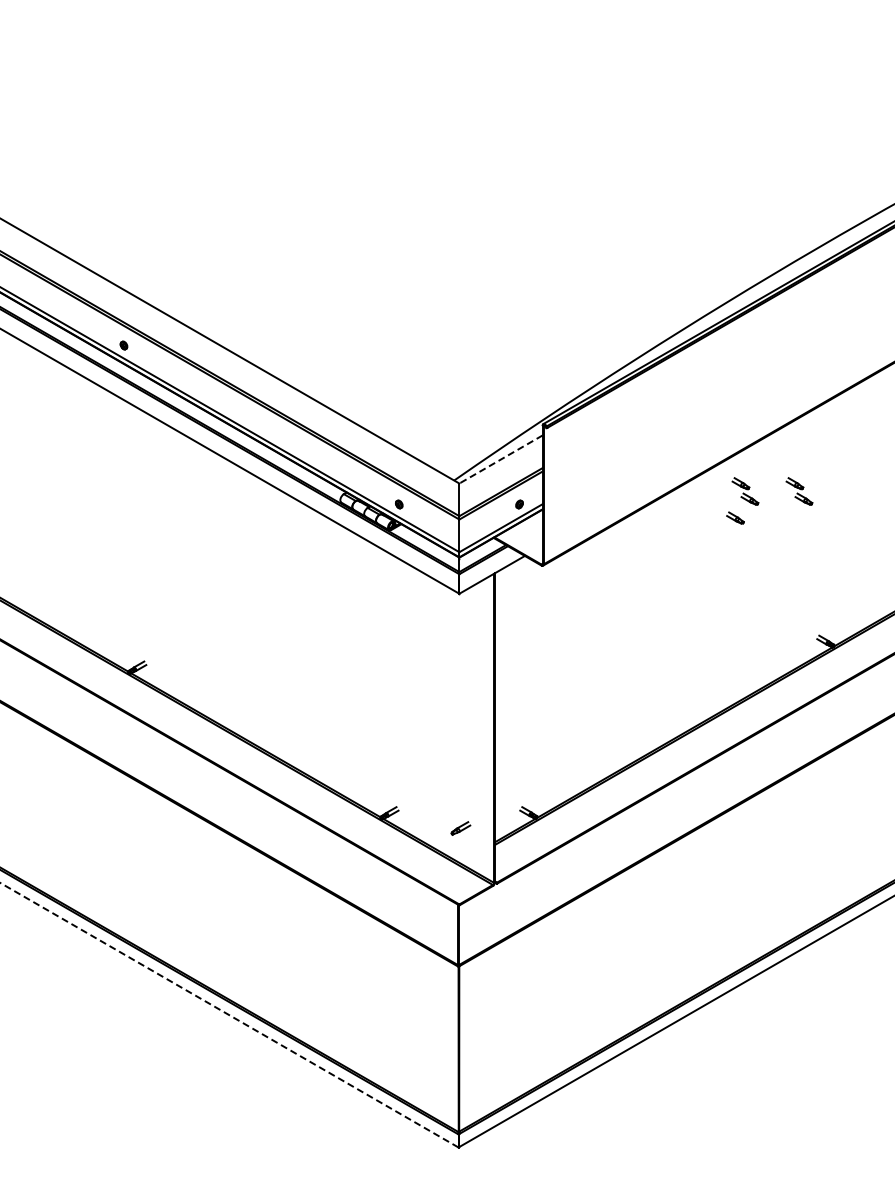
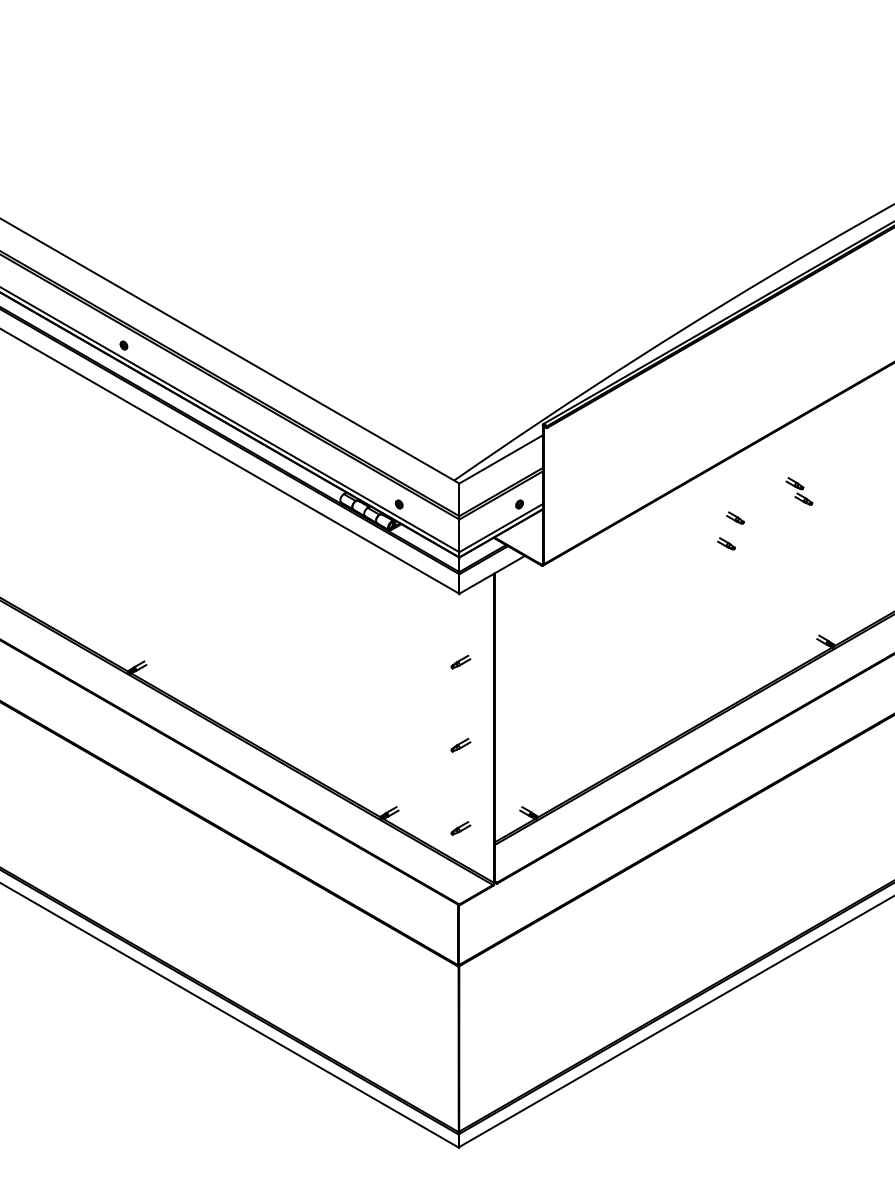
line at (500, 459): dashed -> solid
part at (745, 491): present -> none
part at (726, 543): none -> present
part at (460, 661): none -> present
part at (460, 744): none -> present
line at (229, 1015): dashed -> solid
